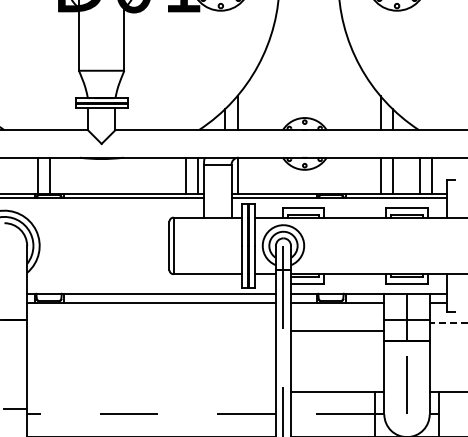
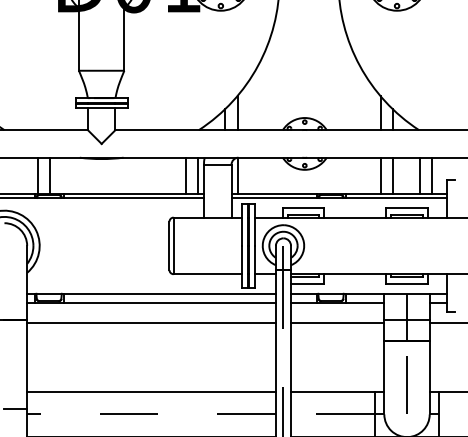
line at (151, 323): none -> present
line at (448, 323): dashed -> solid
line at (337, 331) position: (337, 331) -> (337, 323)
line at (151, 391): none -> present
